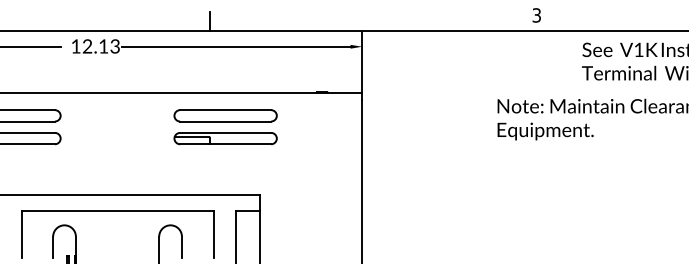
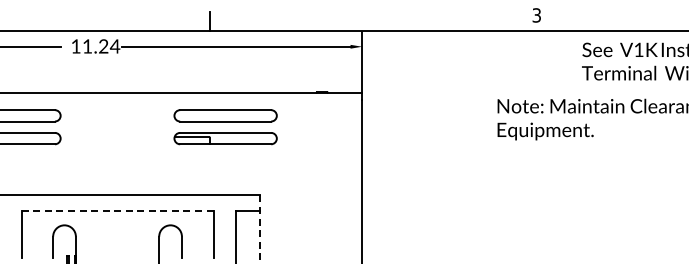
text at (101, 46): 12.13 -> 11.24
line at (117, 211): solid -> dashed
line at (259, 230): solid -> dashed
